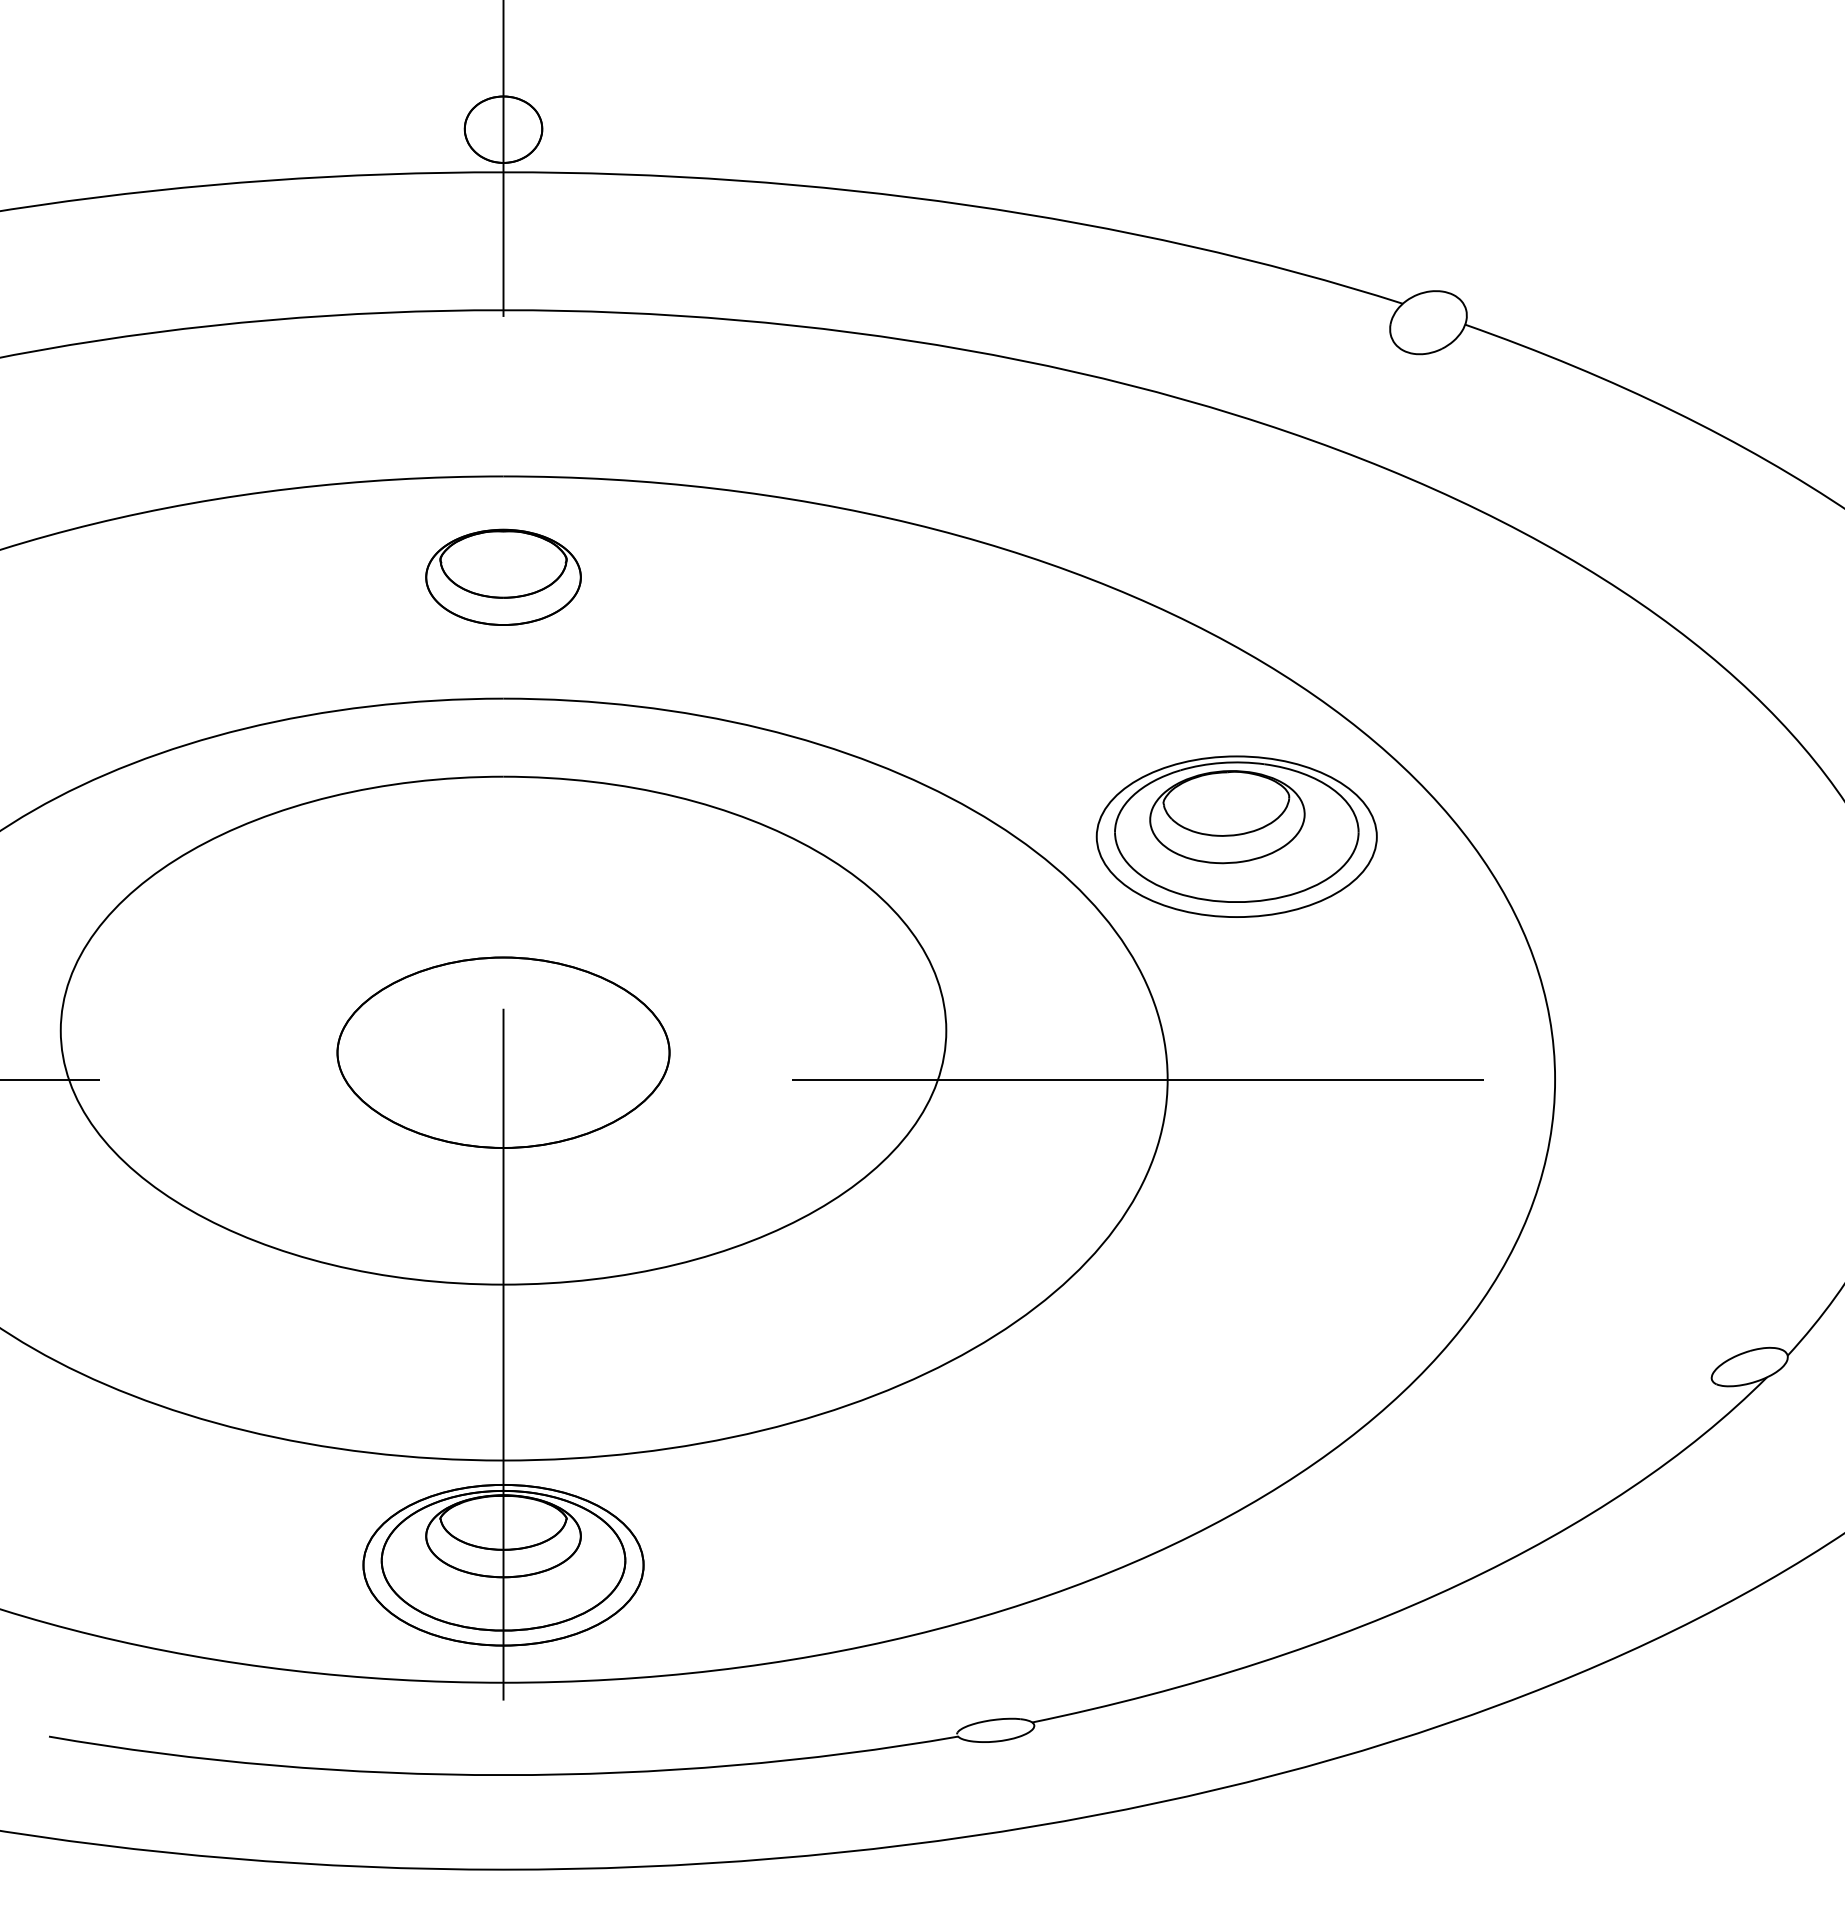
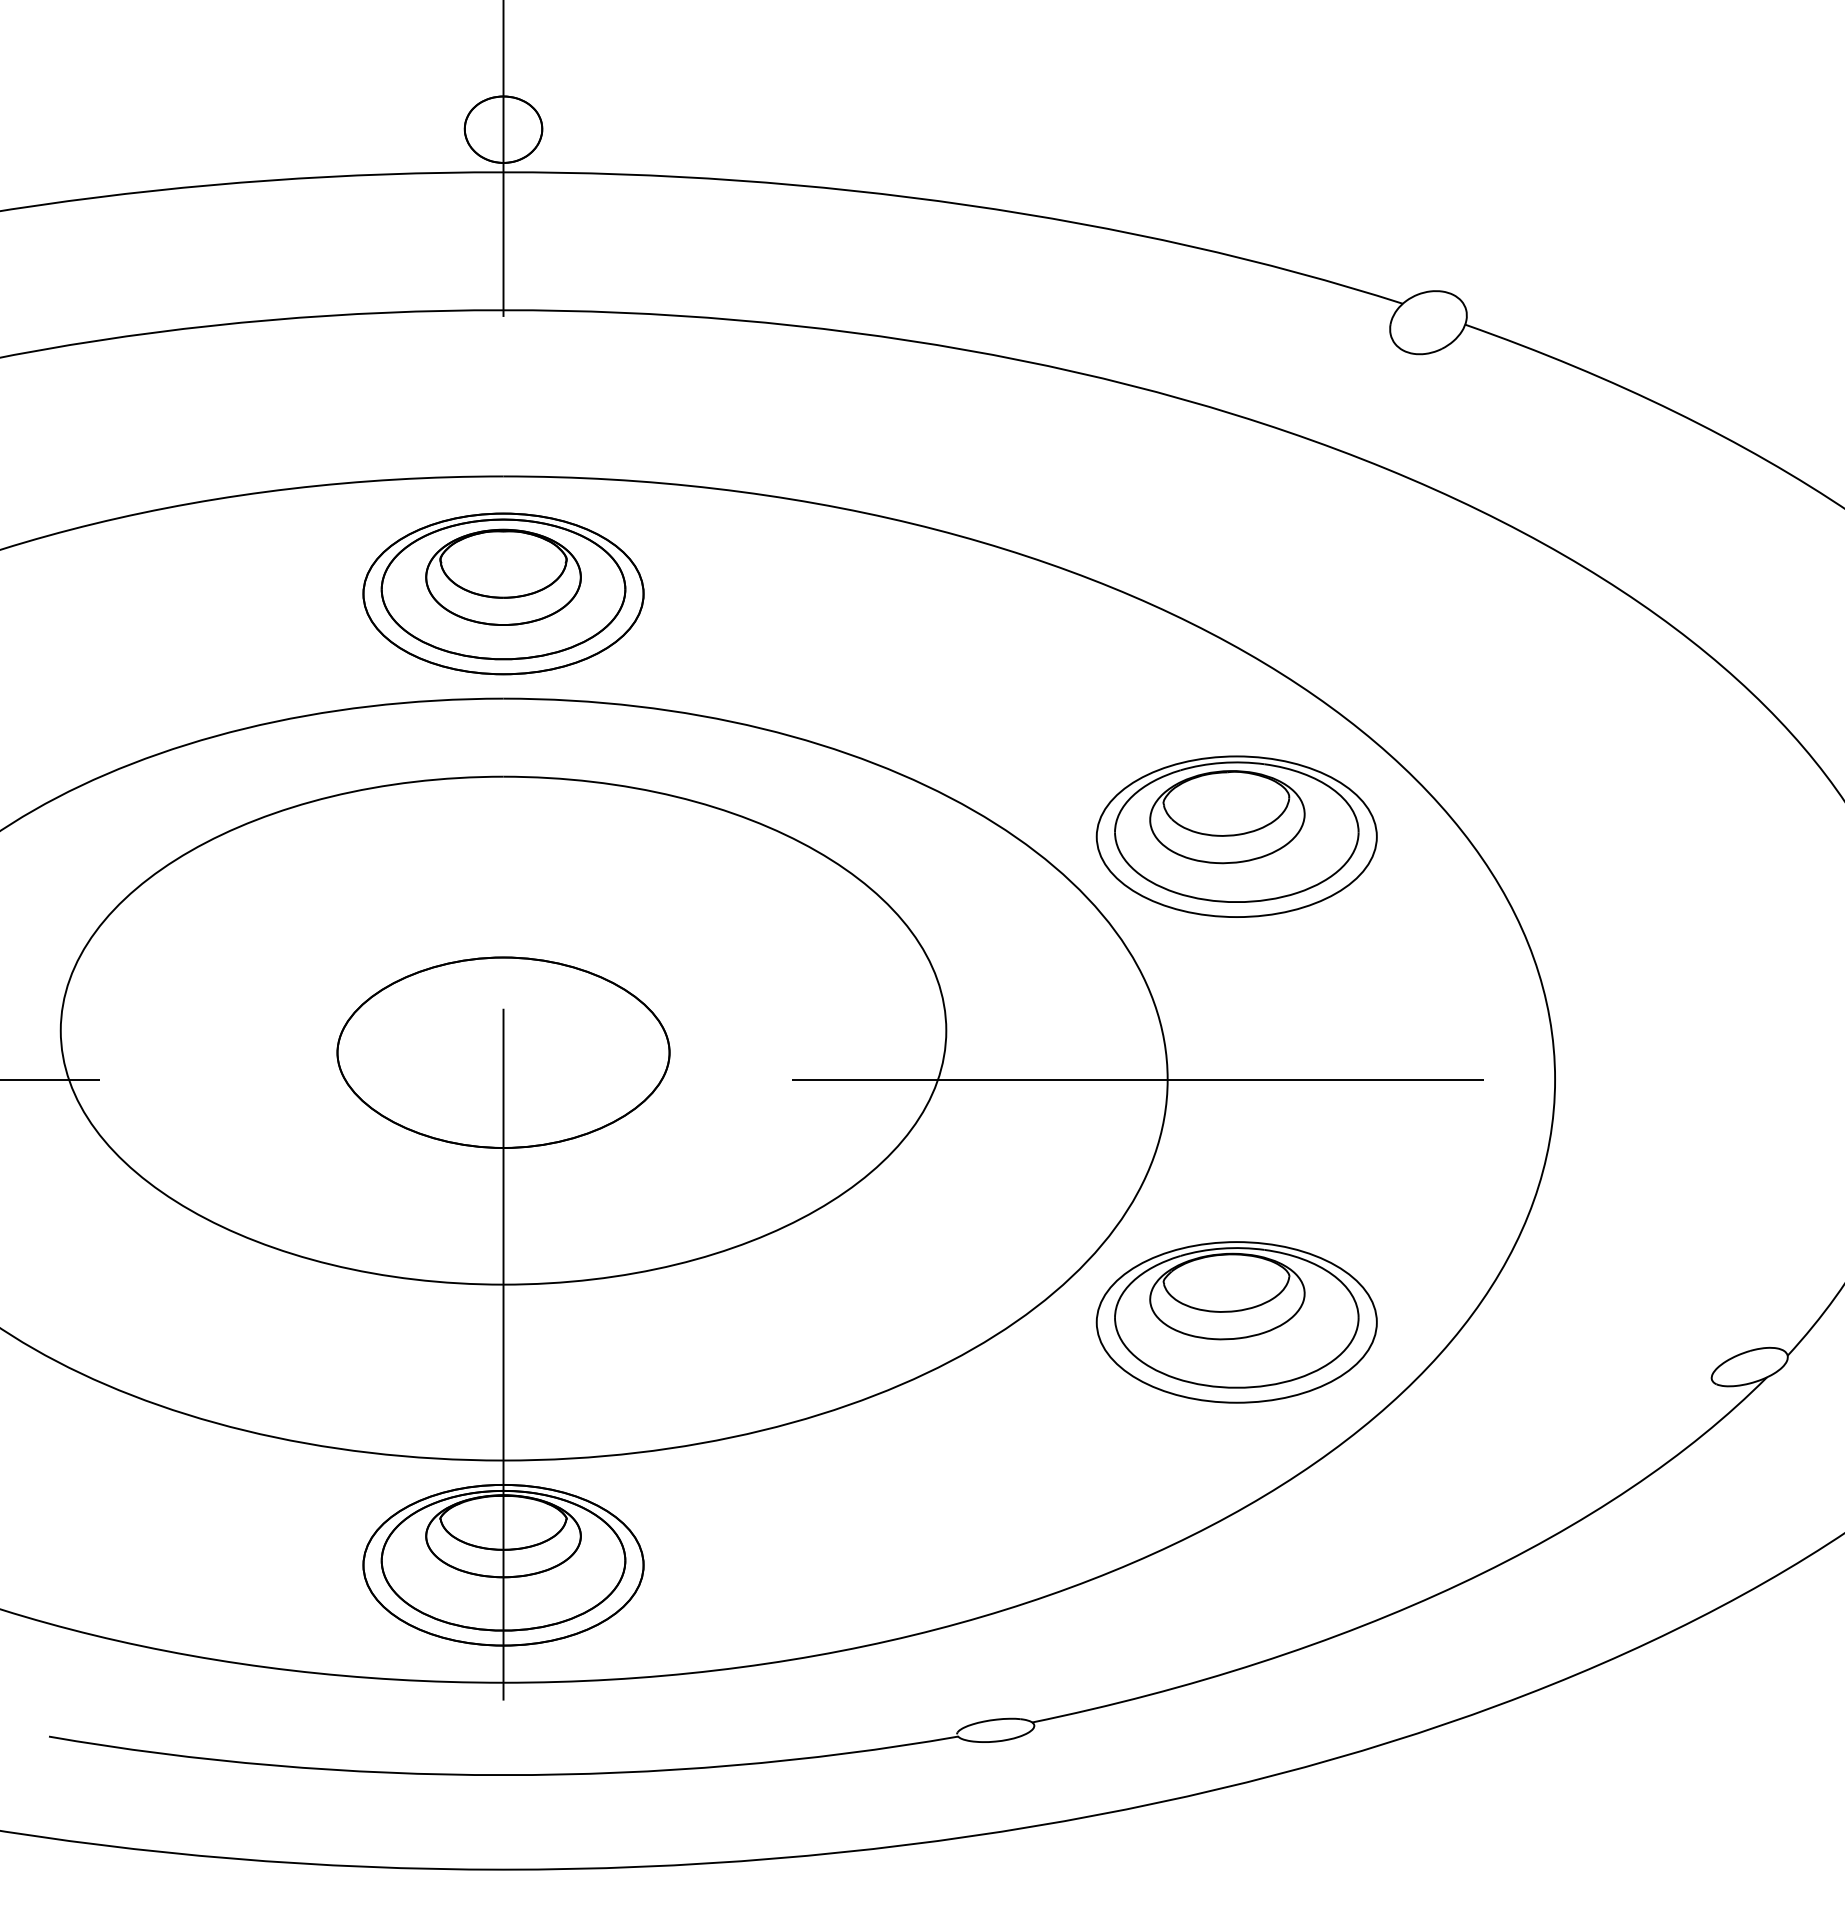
part at (503, 593): none -> present
part at (1236, 1322): none -> present
